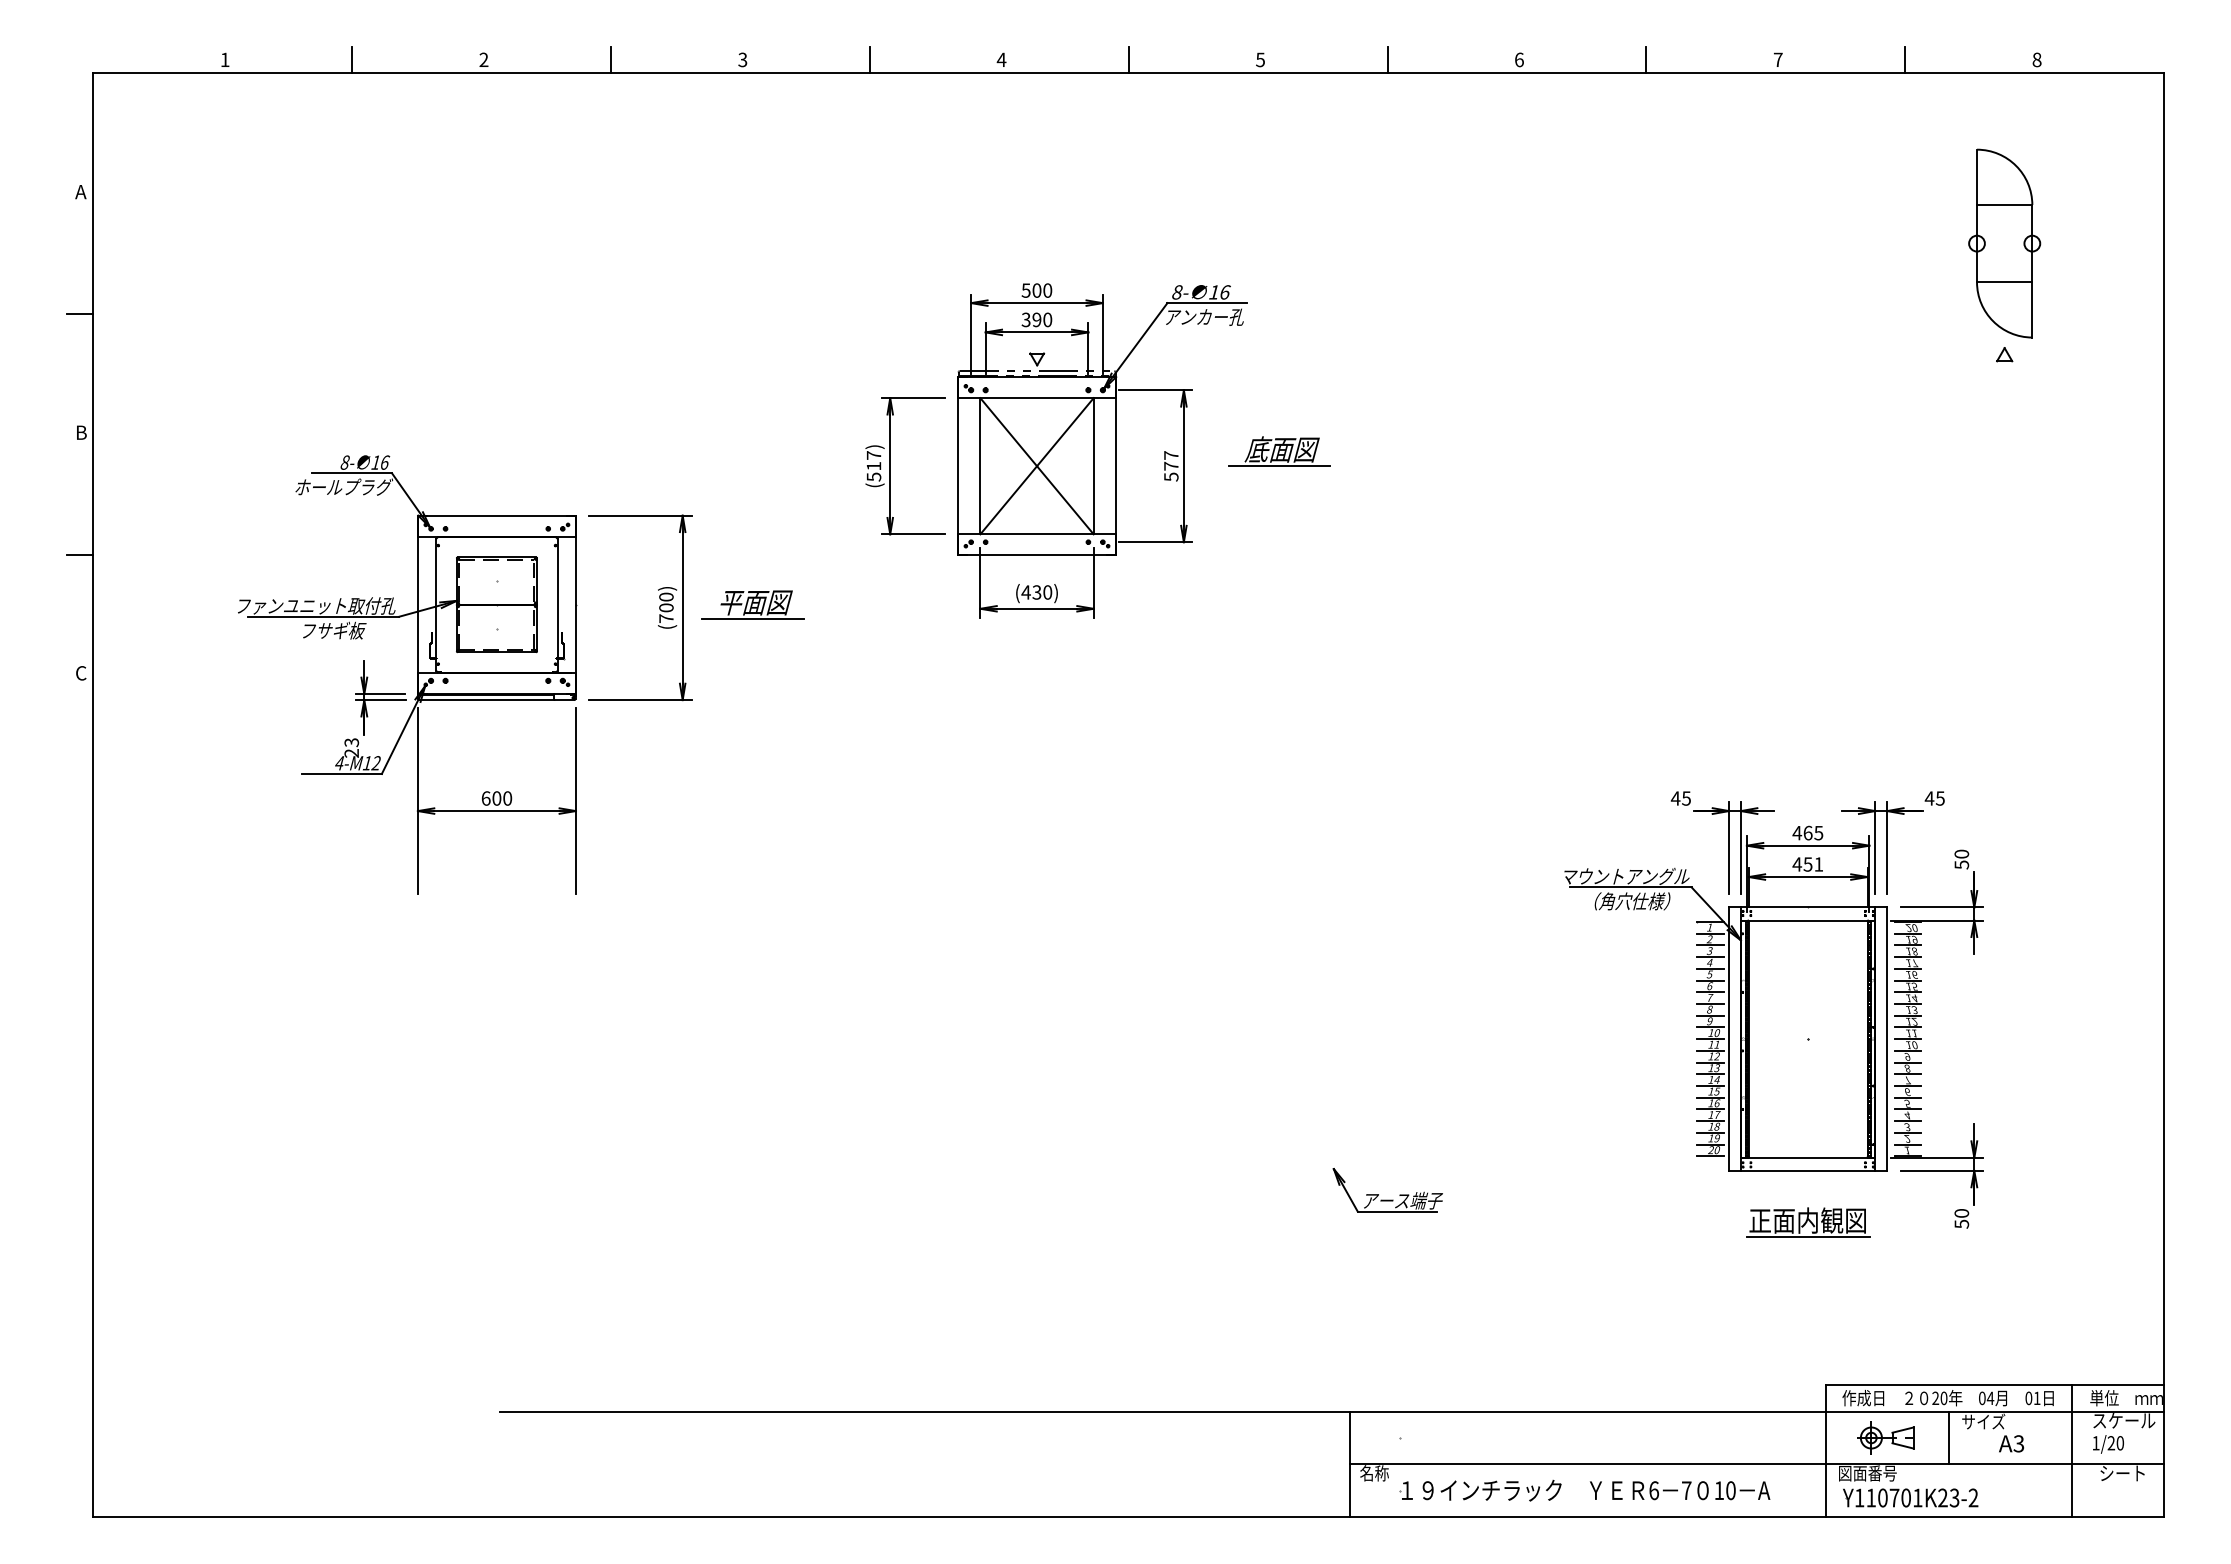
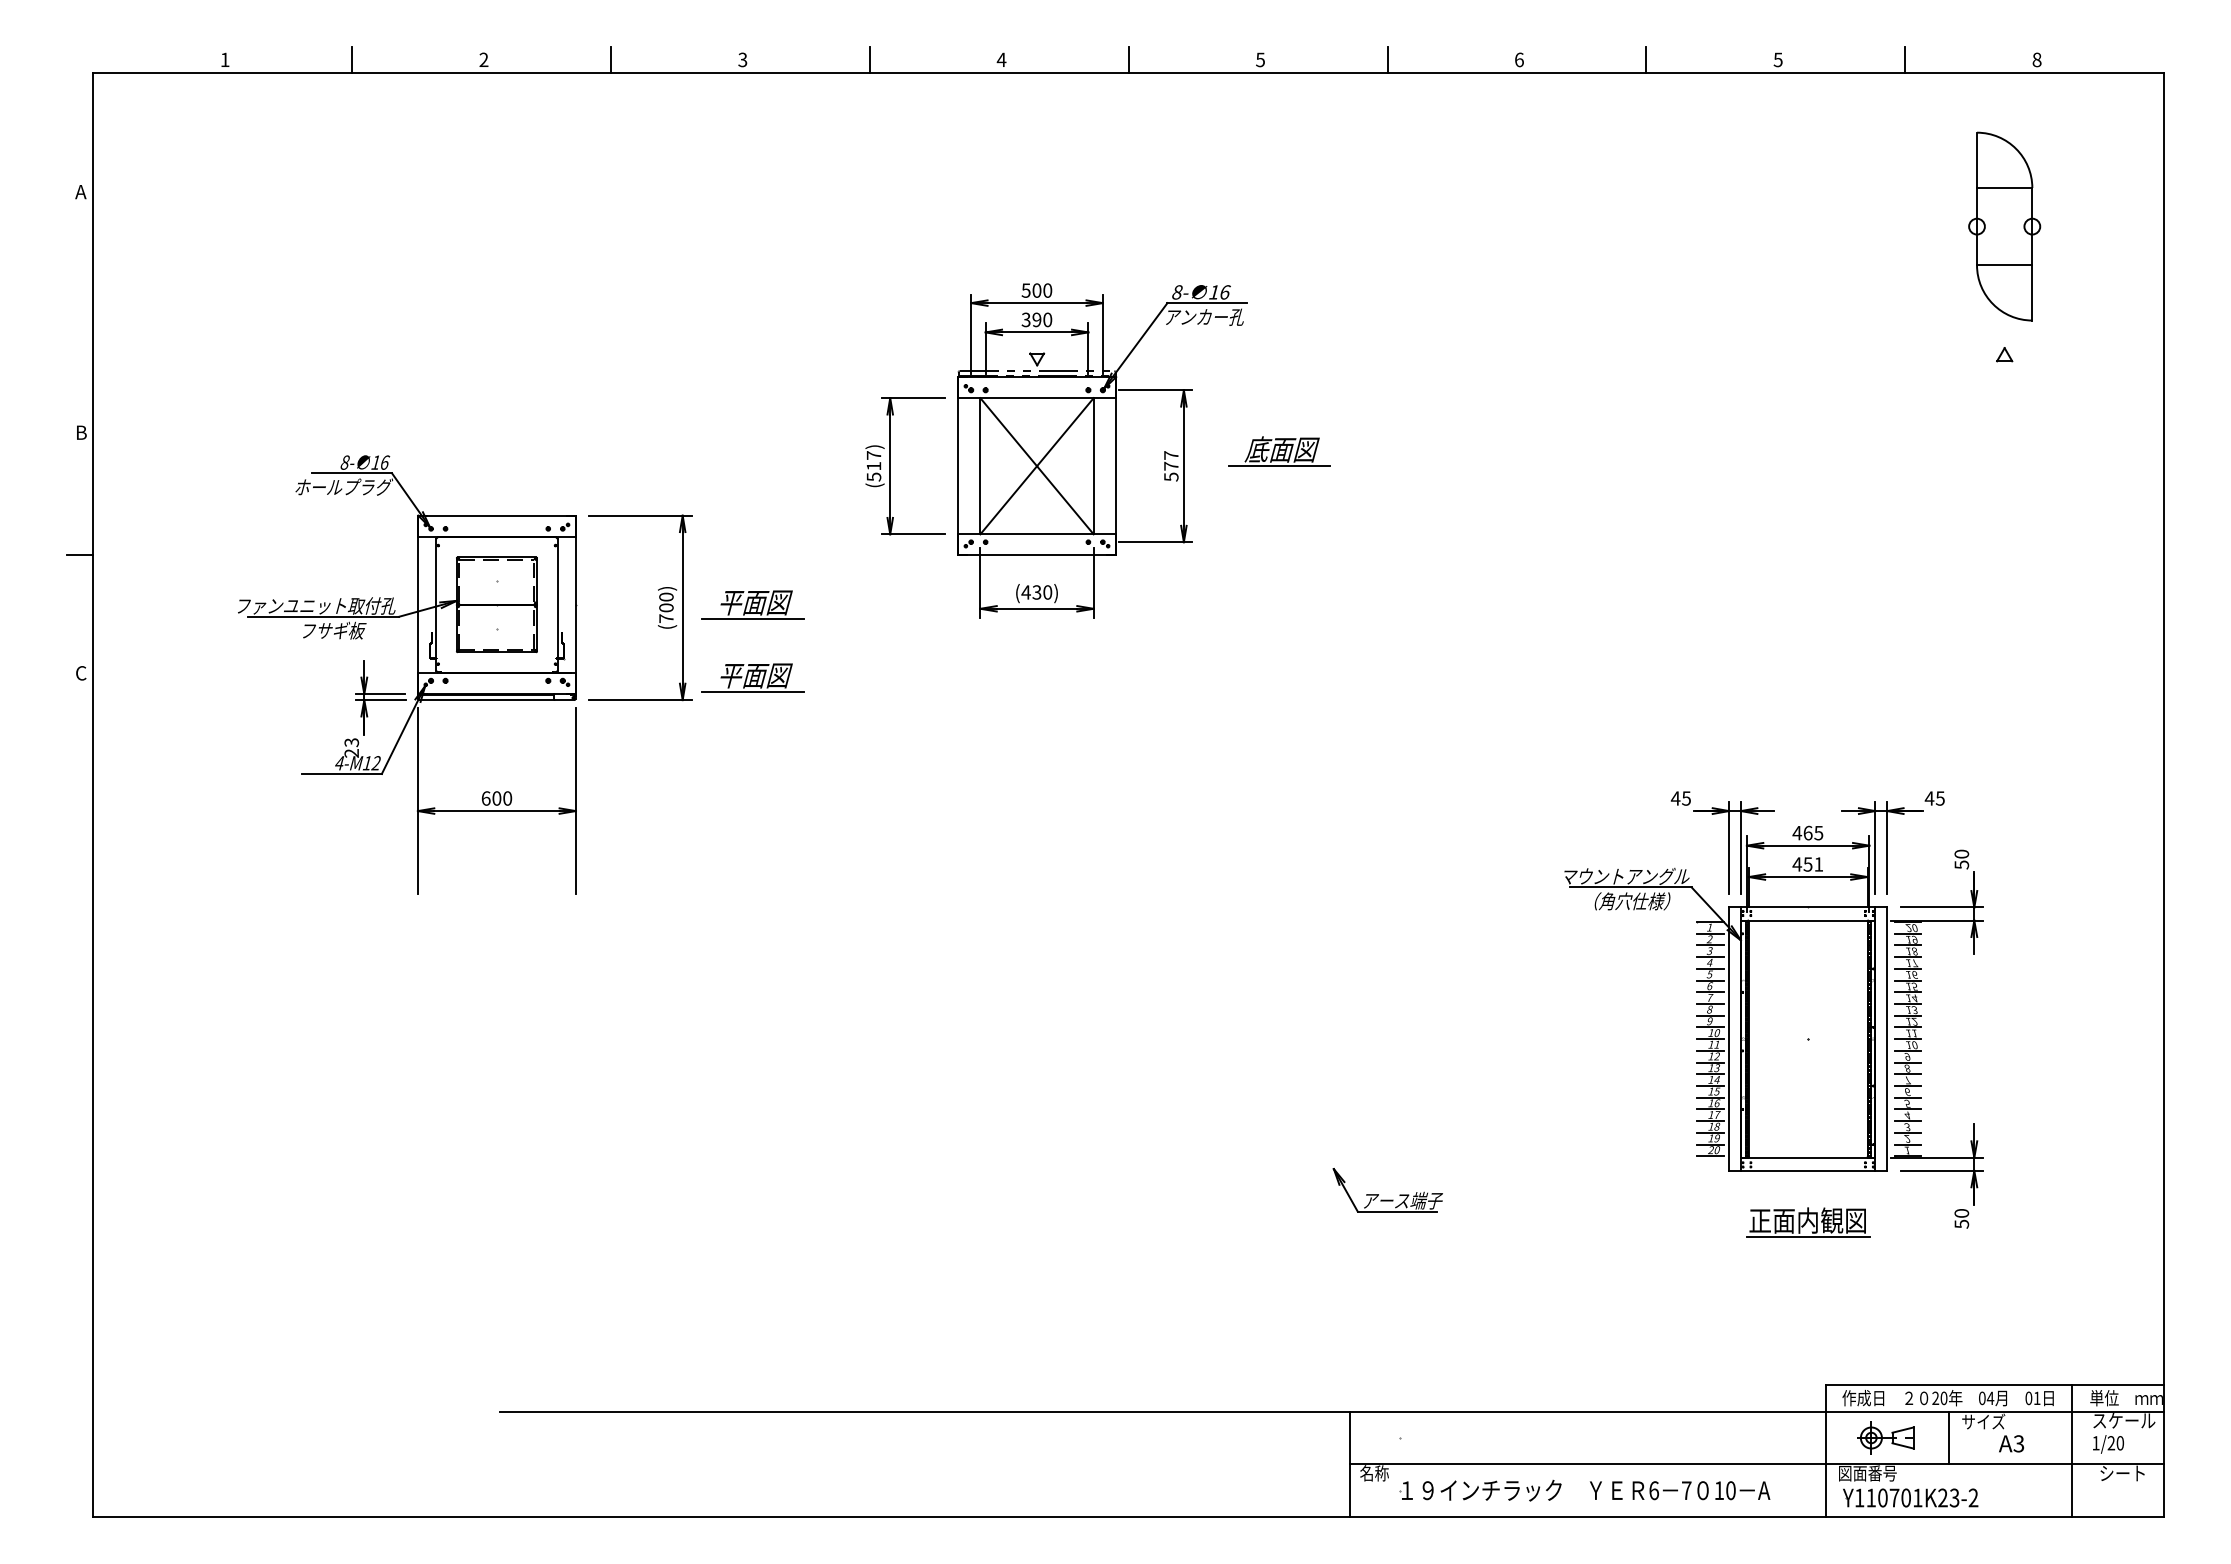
text at (1777, 59): 7 -> 5
part at (2004, 243) position: (2004, 243) -> (2004, 226)
line at (79, 313): present -> none
part at (752, 677): none -> present
